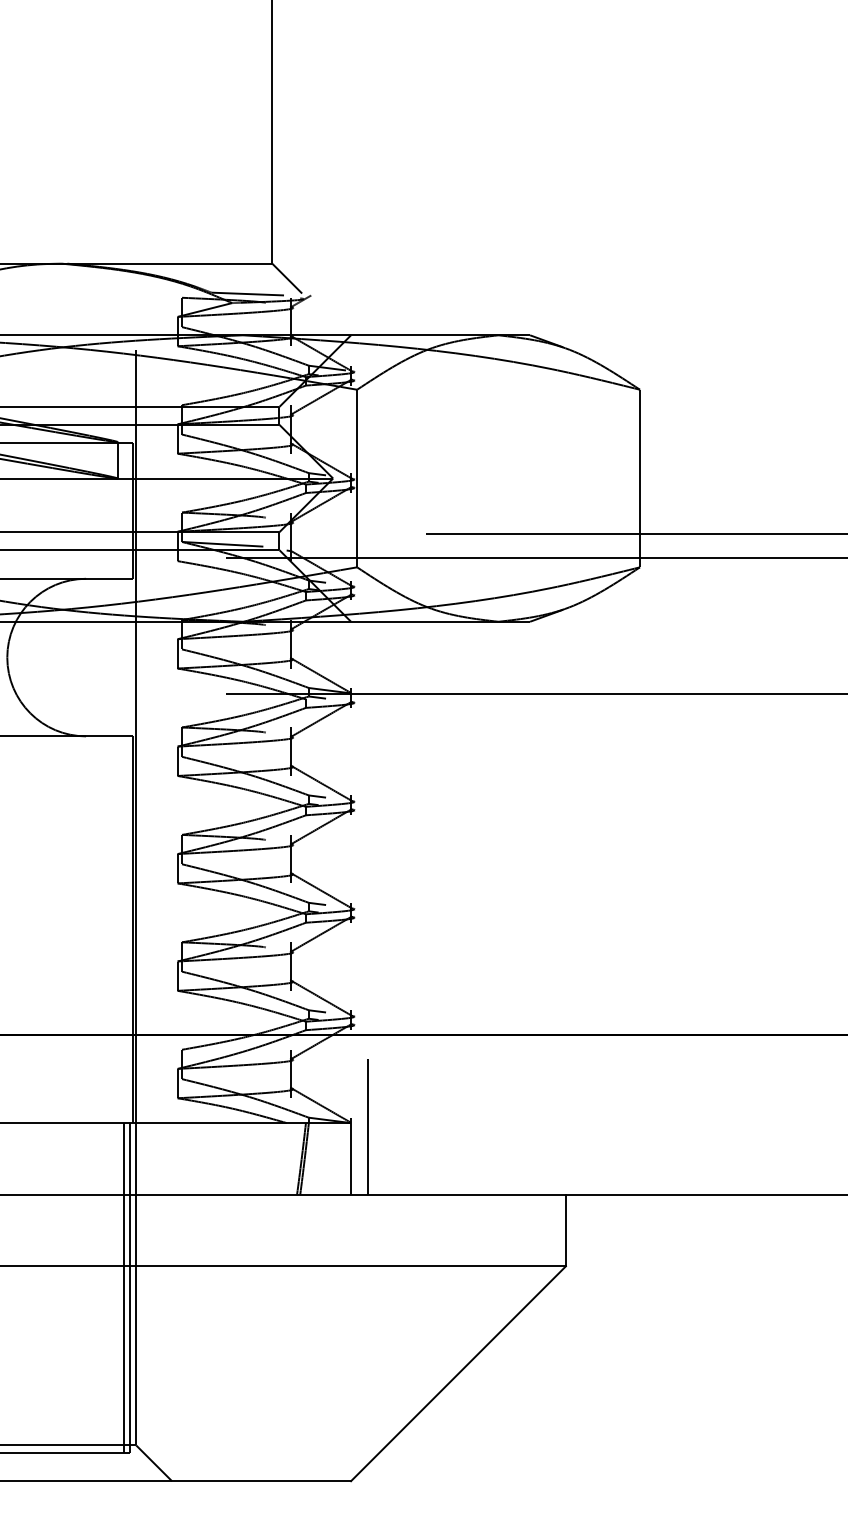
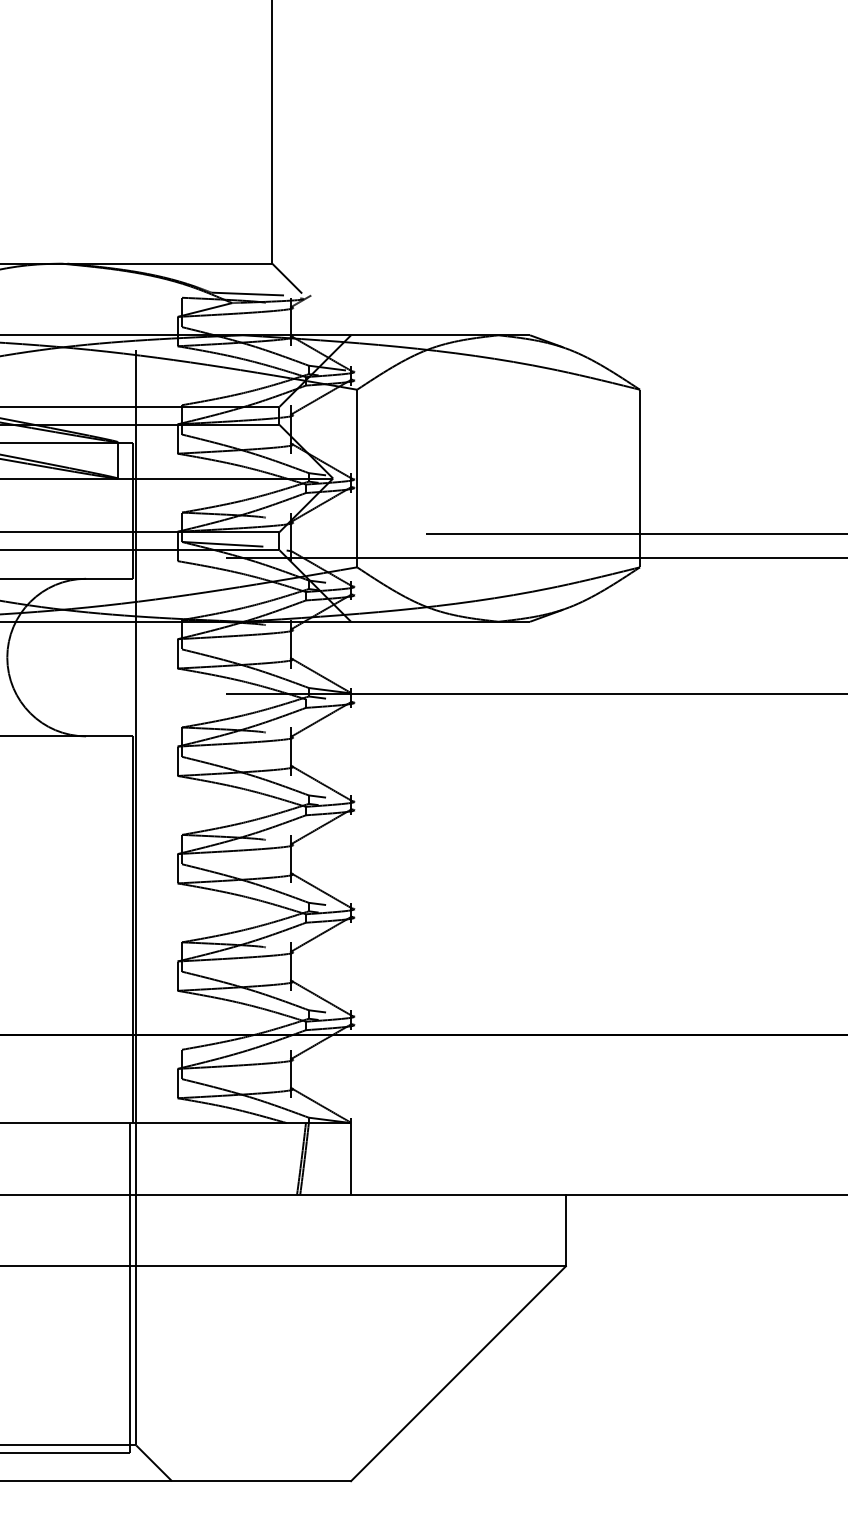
line at (368, 1126): present -> none
line at (124, 1287): present -> none
